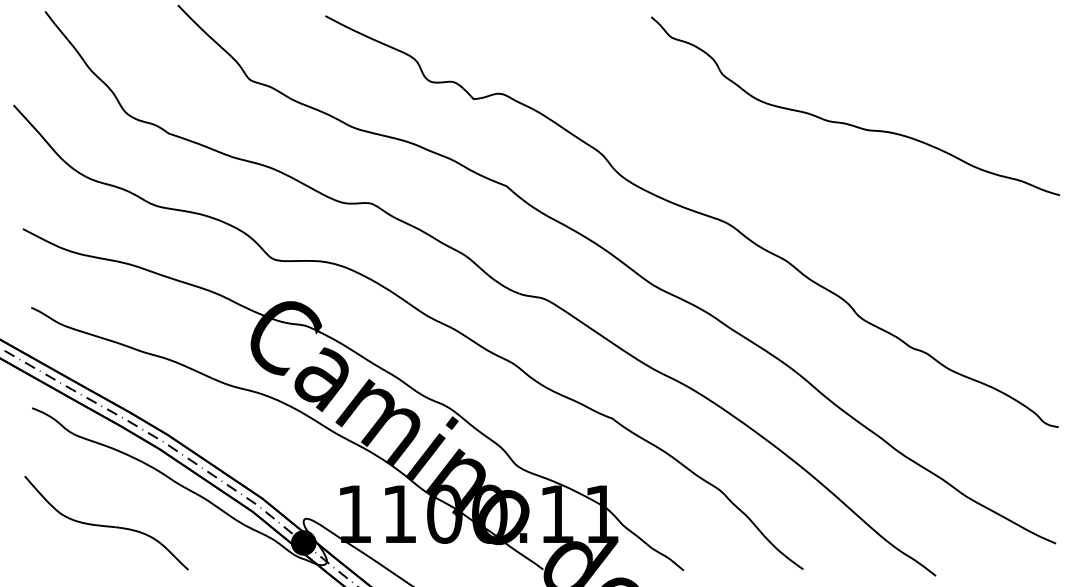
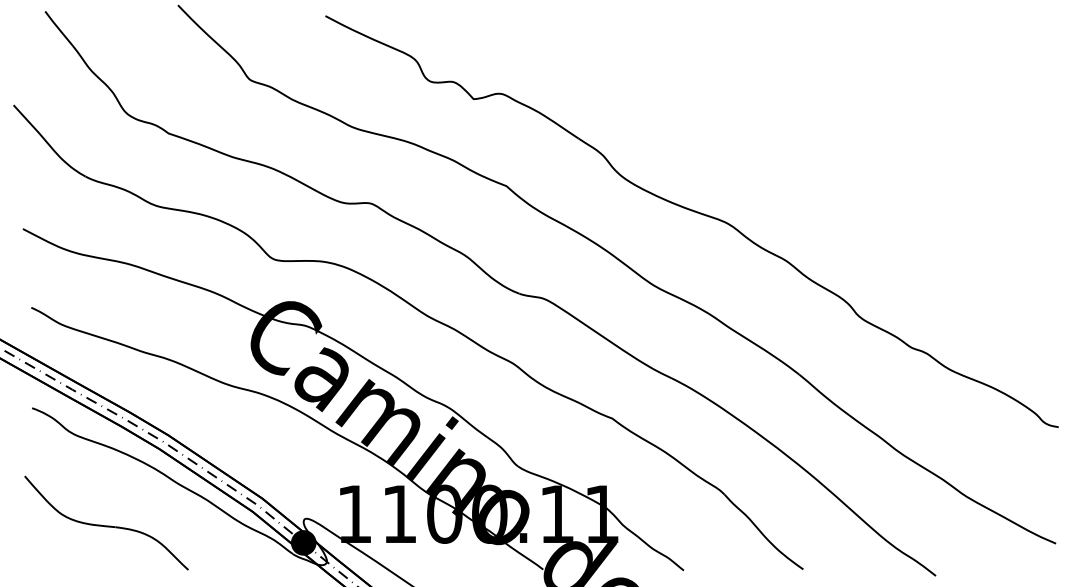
part at (849, 123): present -> none
